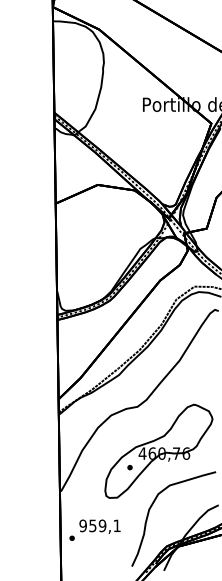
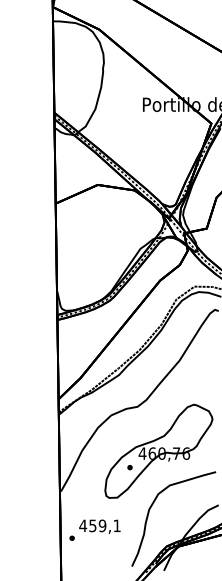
text at (83, 525): 959,1 -> 459,1
